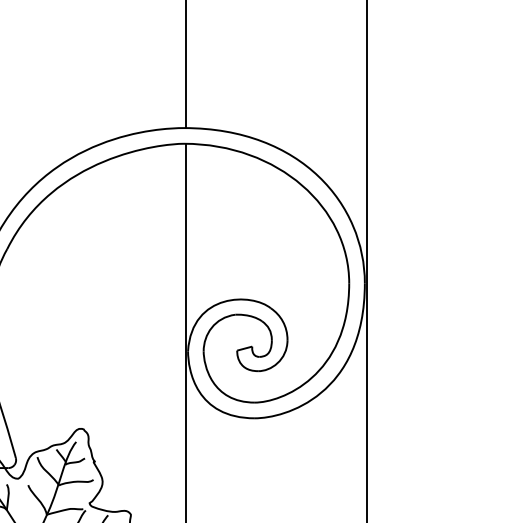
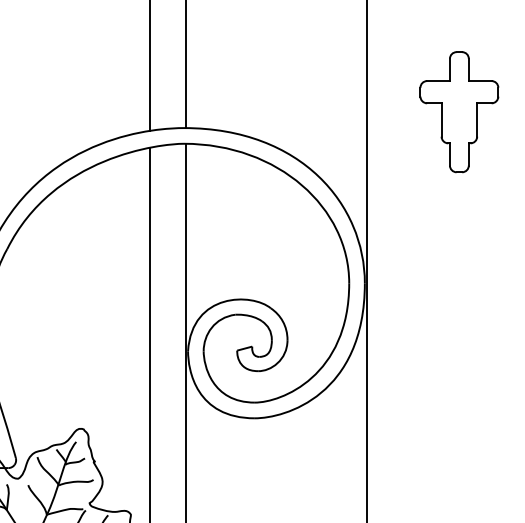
line at (149, 66): none -> present
part at (459, 112): none -> present
line at (149, 333): none -> present
